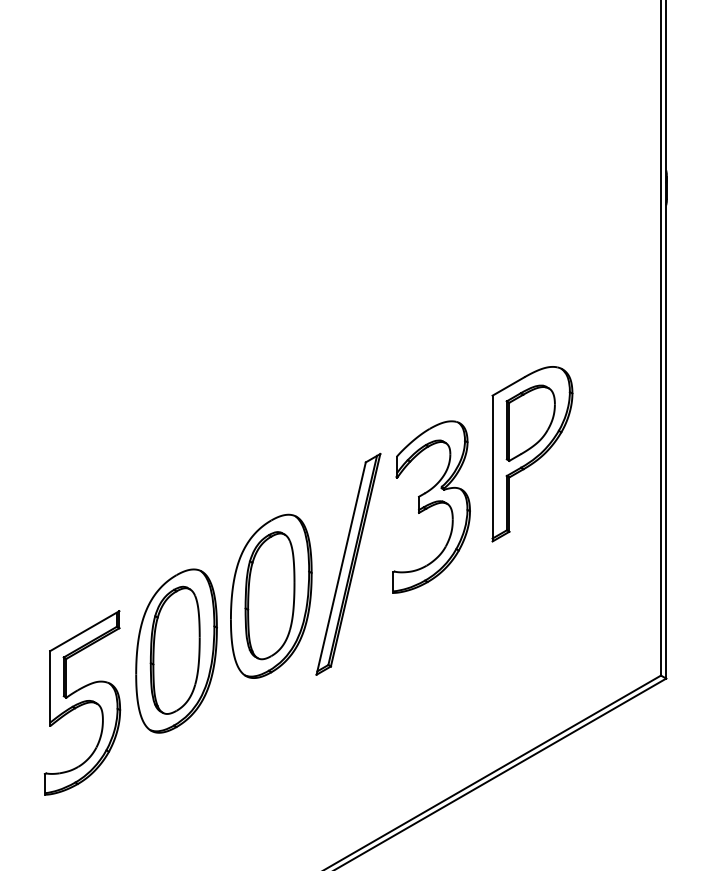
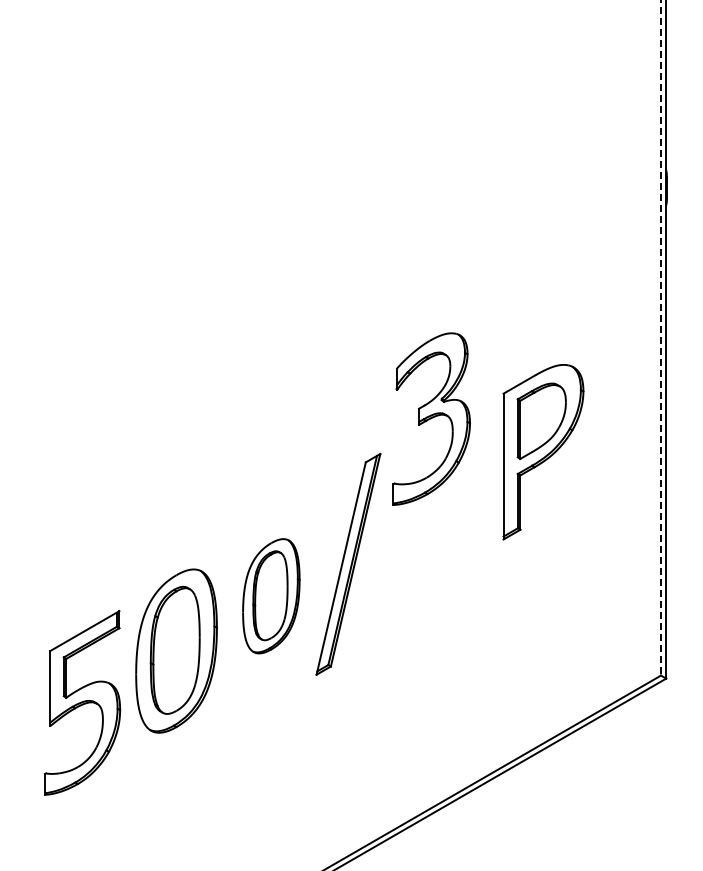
line at (661, 338): solid -> dashed
part at (532, 454) position: (532, 454) -> (543, 452)
part at (431, 506) position: (431, 506) -> (431, 418)
part at (271, 595) size: 83x166 px -> 59x117 px
